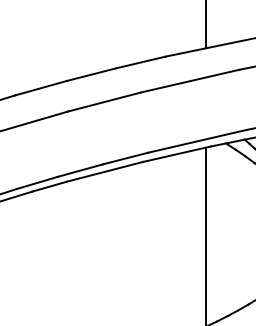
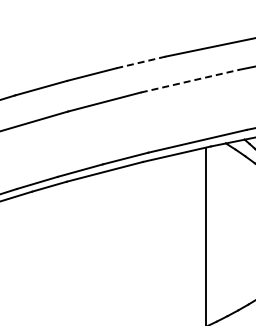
line at (206, 24): present -> none
line at (141, 62): solid -> dashed
line at (190, 81): solid -> dashed
